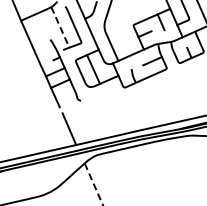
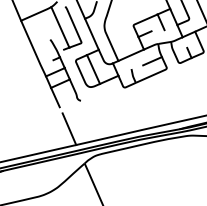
line at (60, 27): dashed -> solid
line at (93, 183): dashed -> solid
